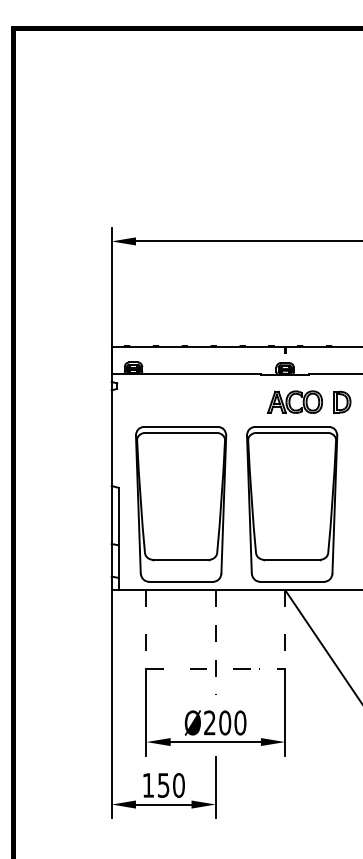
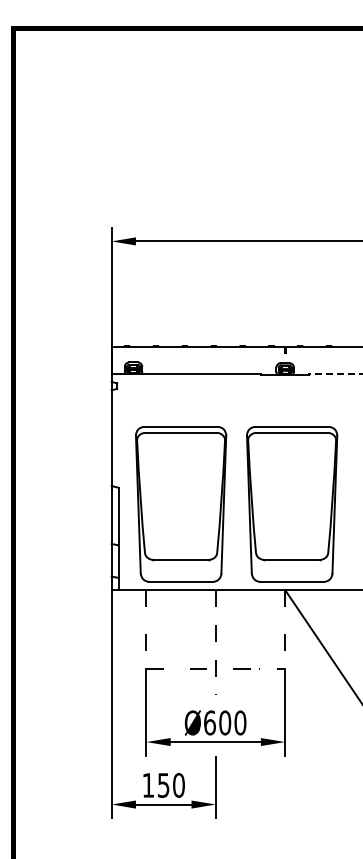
line at (335, 374): solid -> dashed
part at (294, 401): present -> none
part at (342, 401): present -> none
text at (209, 722): Ø200 -> Ø600
